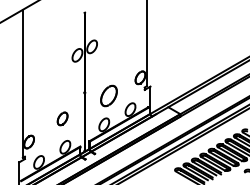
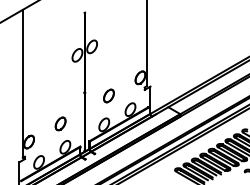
part at (108, 95) size: 18x24 px -> 12x16 px
part at (62, 118) position: (62, 118) -> (60, 123)
